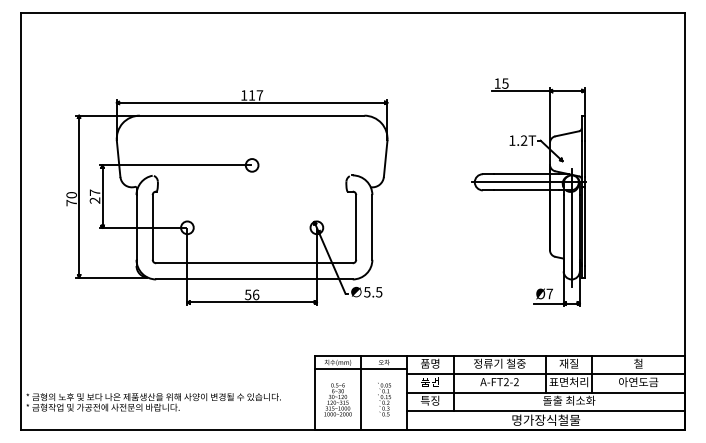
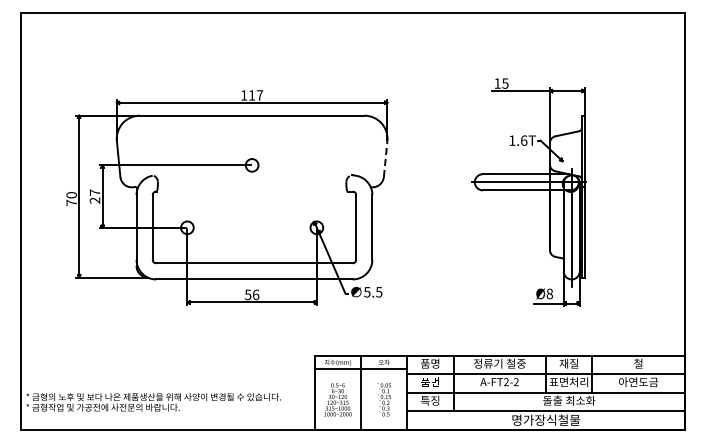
text at (523, 140): 1.2T -> 1.6T
line at (385, 158): solid -> dashed
text at (549, 293): Ø7 -> Ø8
